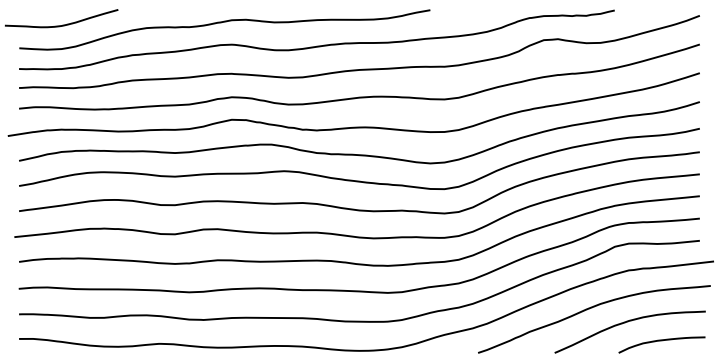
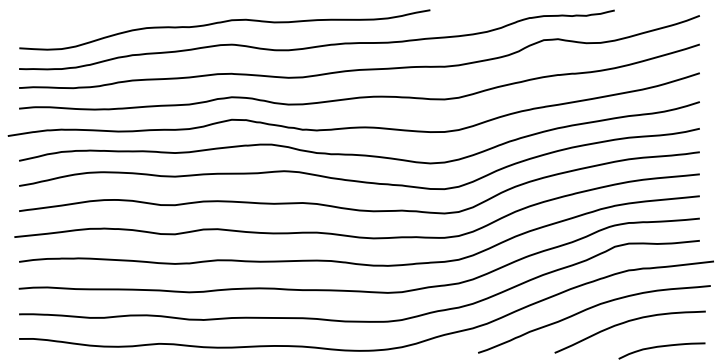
curve at (62, 24): present -> none
curve at (661, 341) position: (661, 341) -> (661, 347)
